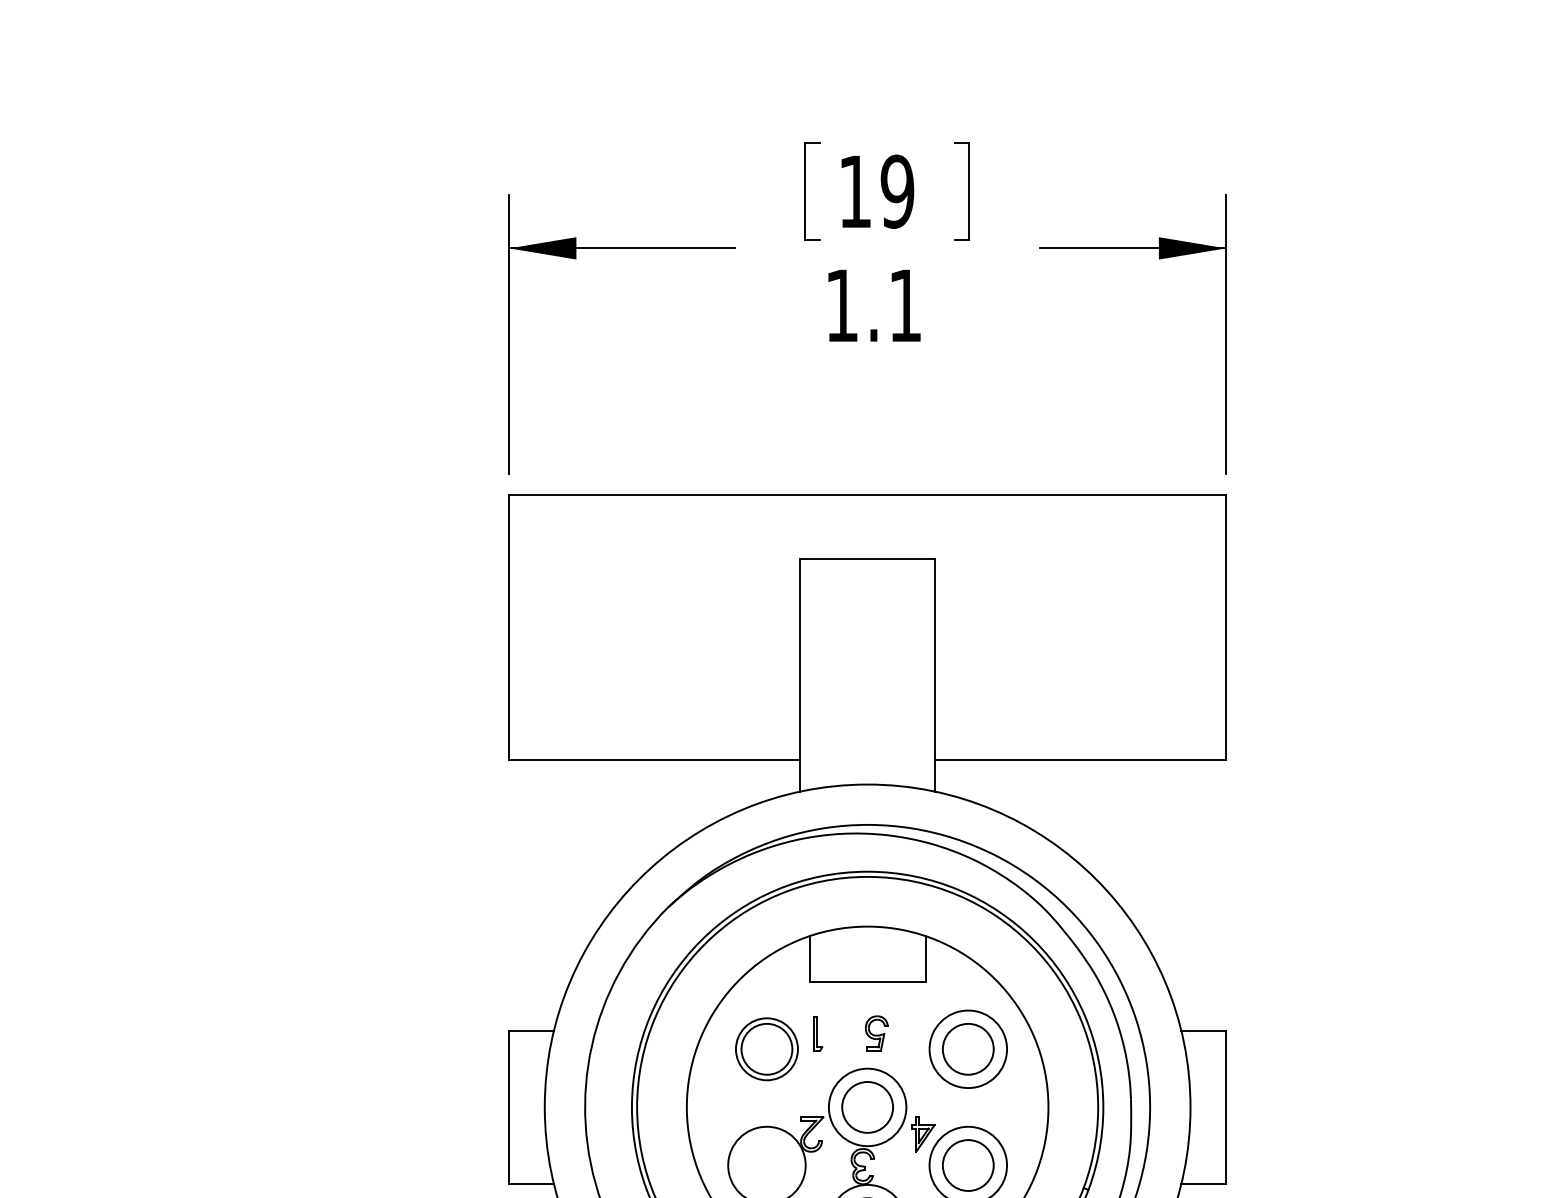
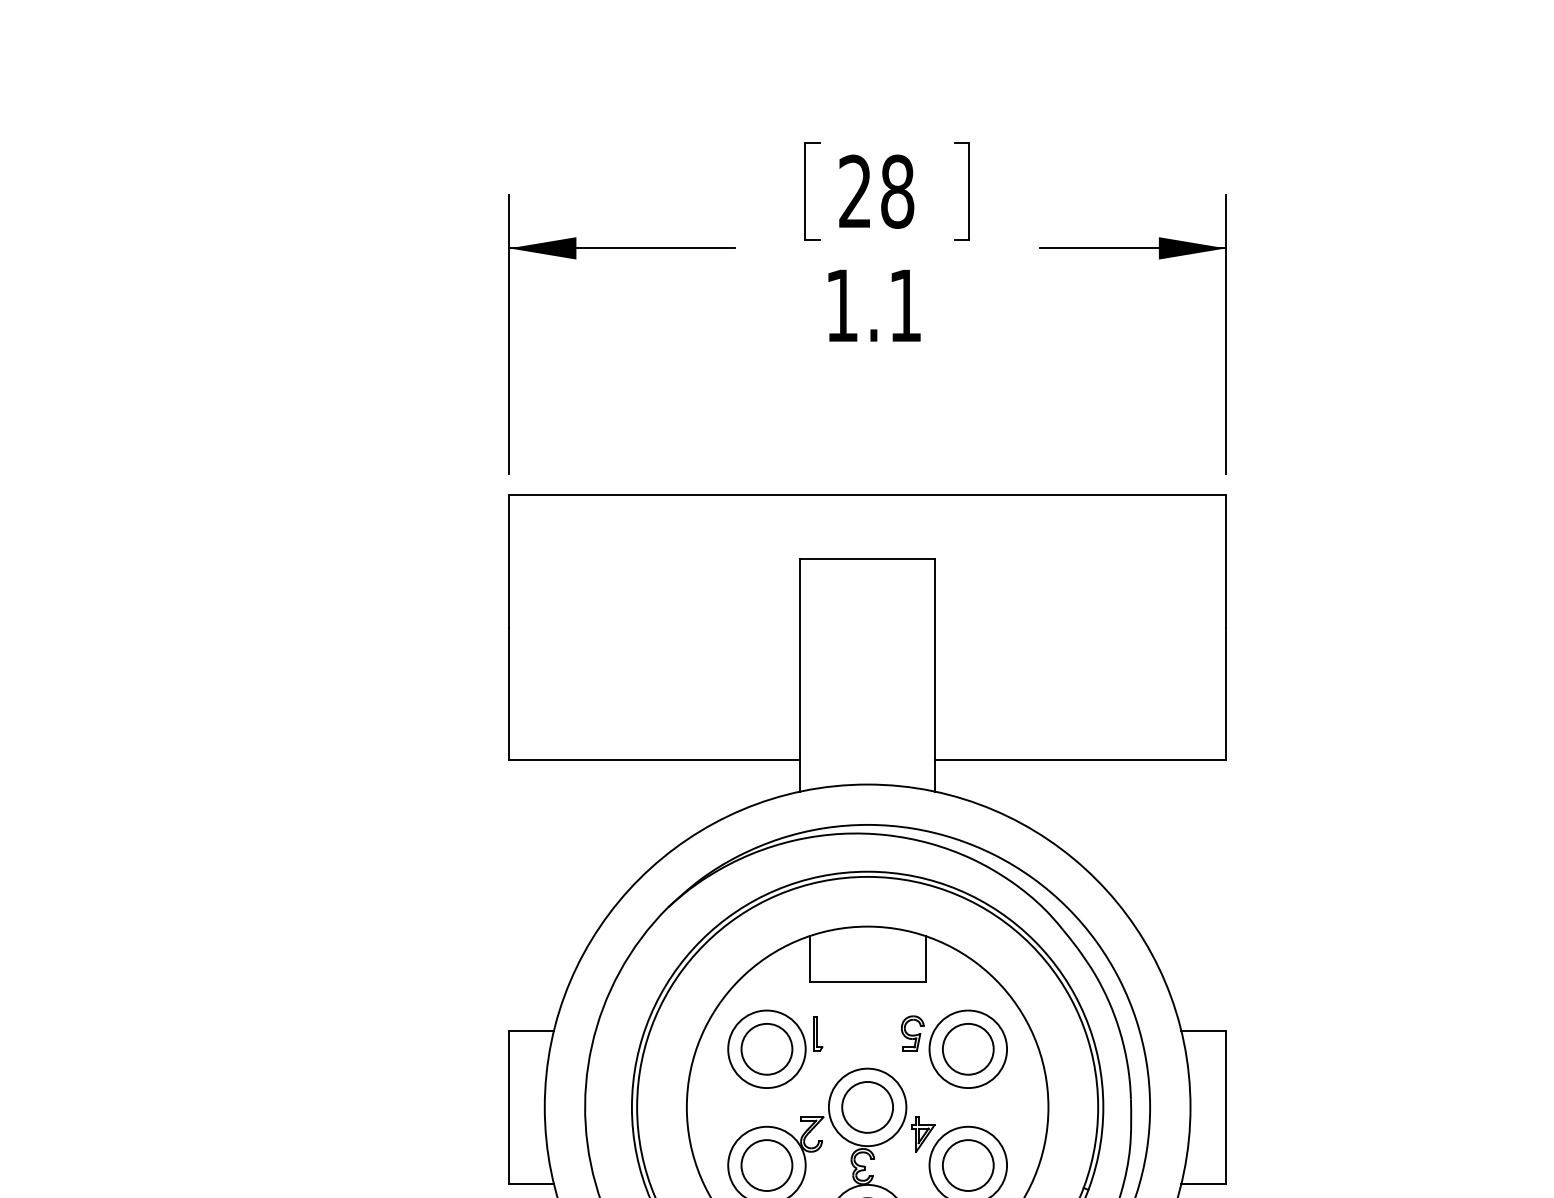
text at (876, 191): 19 -> 28
part at (876, 1033) position: (876, 1033) -> (912, 1033)
circle at (766, 1049) diameter: 62 px -> 77 px
circle at (766, 1165): none -> present
